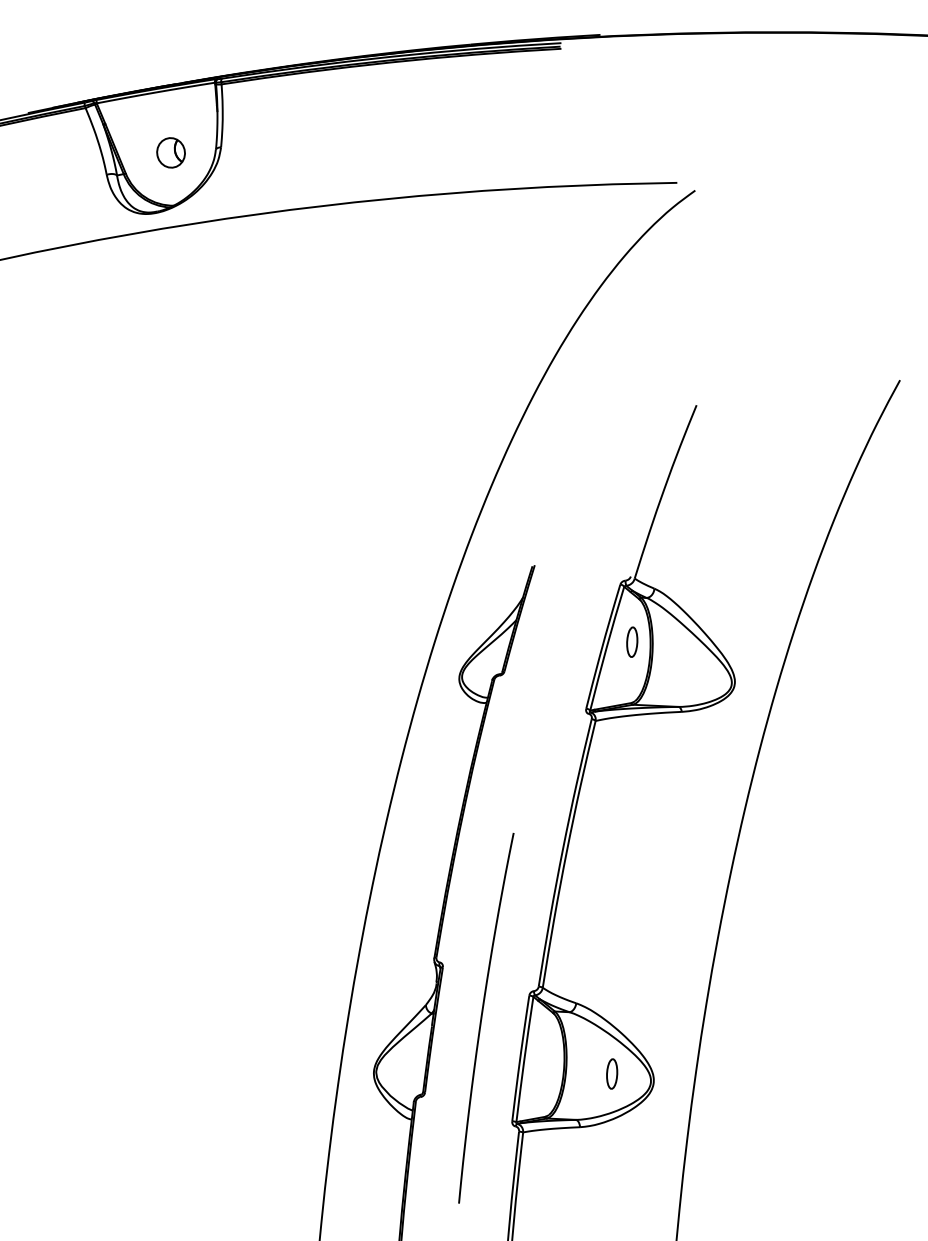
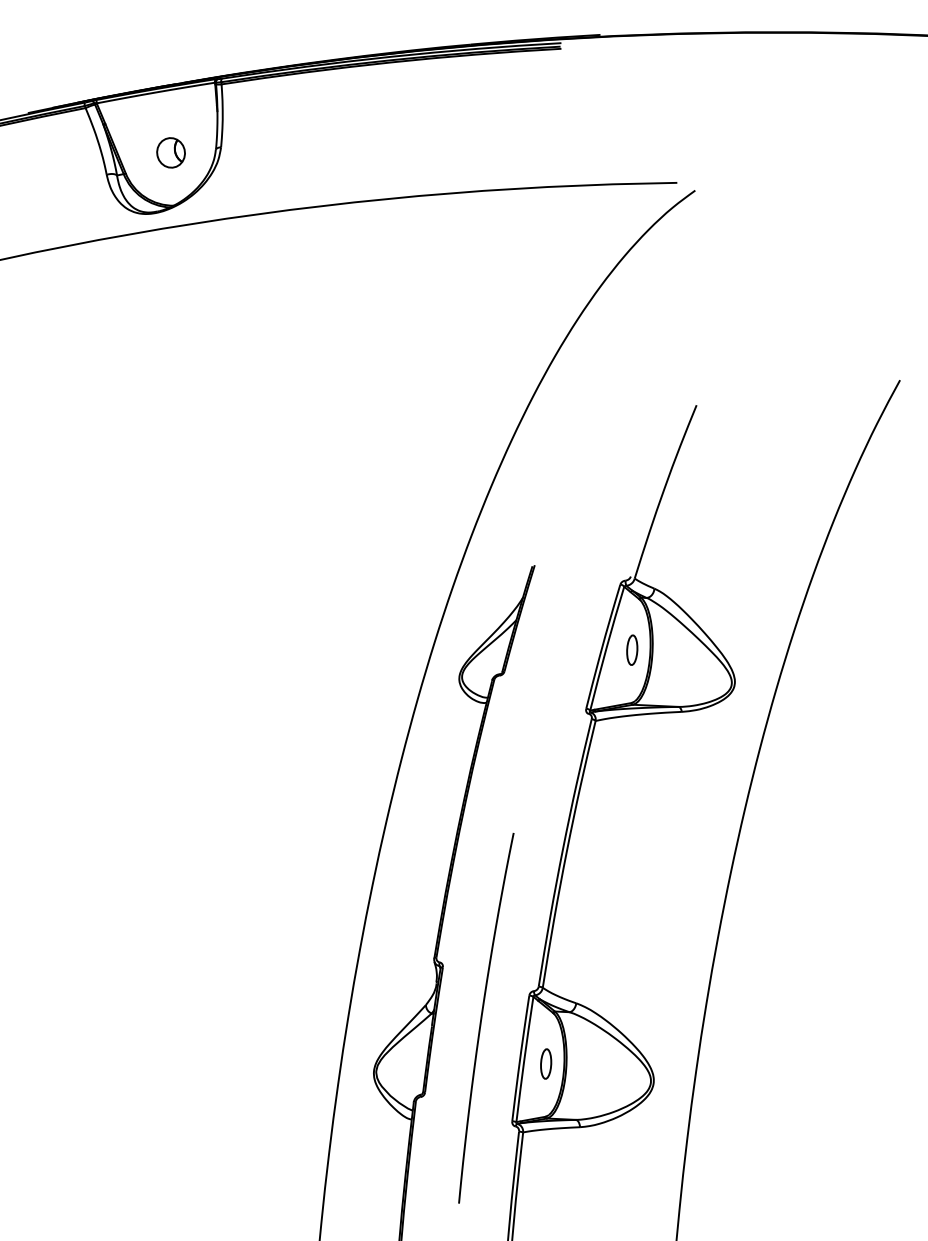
part at (632, 641) position: (632, 641) -> (632, 649)
part at (612, 1073) position: (612, 1073) -> (546, 1063)
